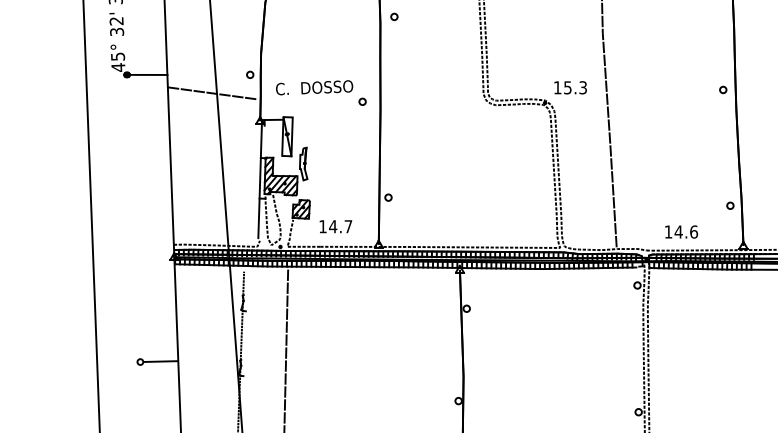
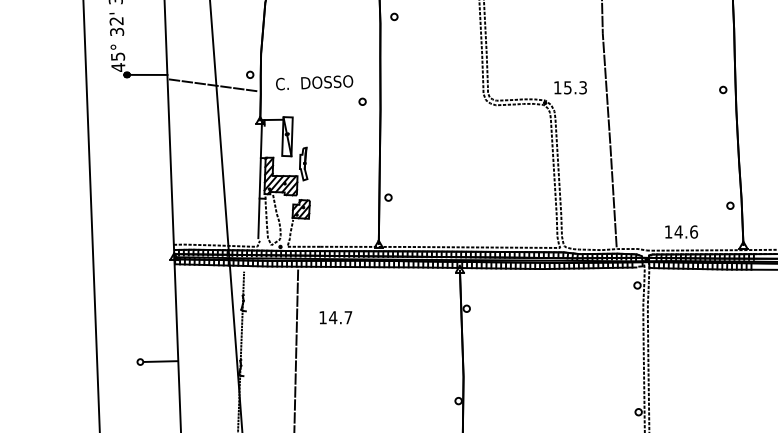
text at (314, 87) position: (314, 87) -> (314, 82)
line at (212, 93) position: (212, 93) -> (213, 85)
text at (335, 226) position: (335, 226) -> (335, 317)
line at (286, 348) position: (286, 348) -> (296, 348)
